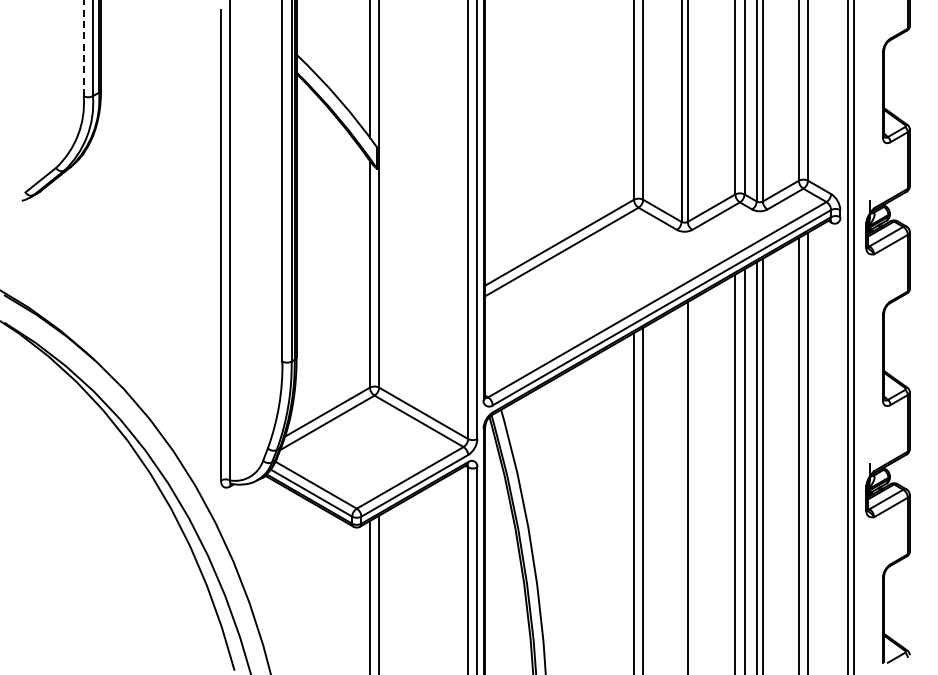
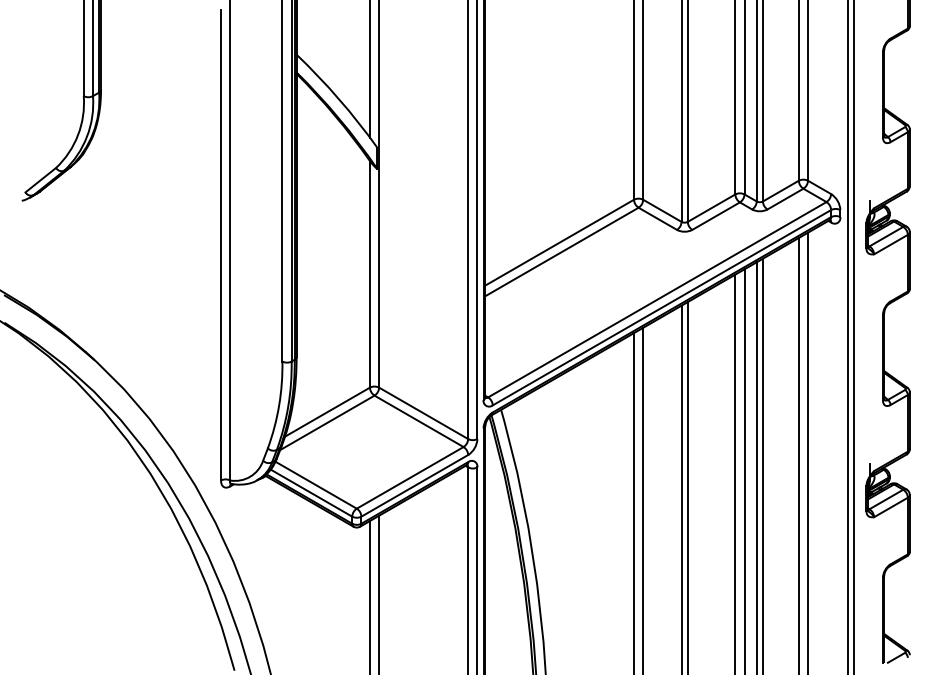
line at (83, 48): dashed -> solid
line at (681, 488): none -> present
